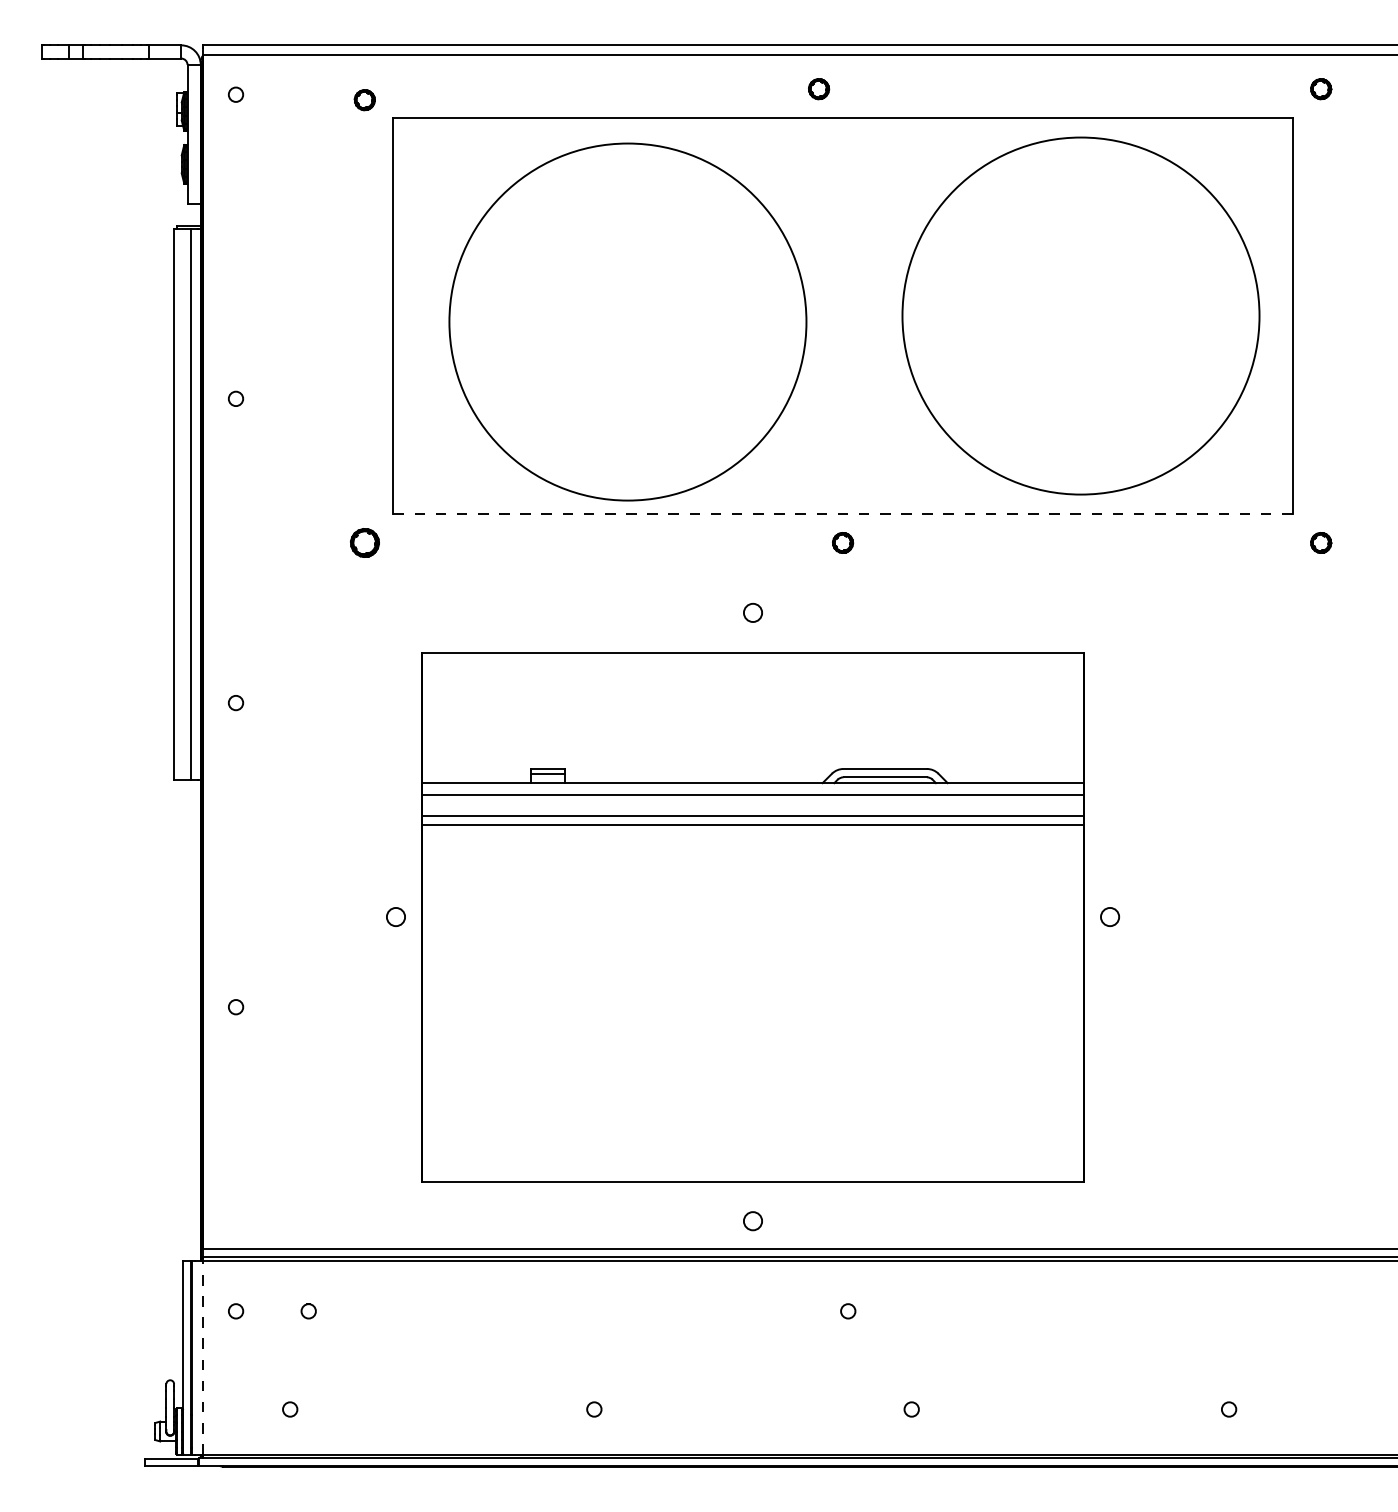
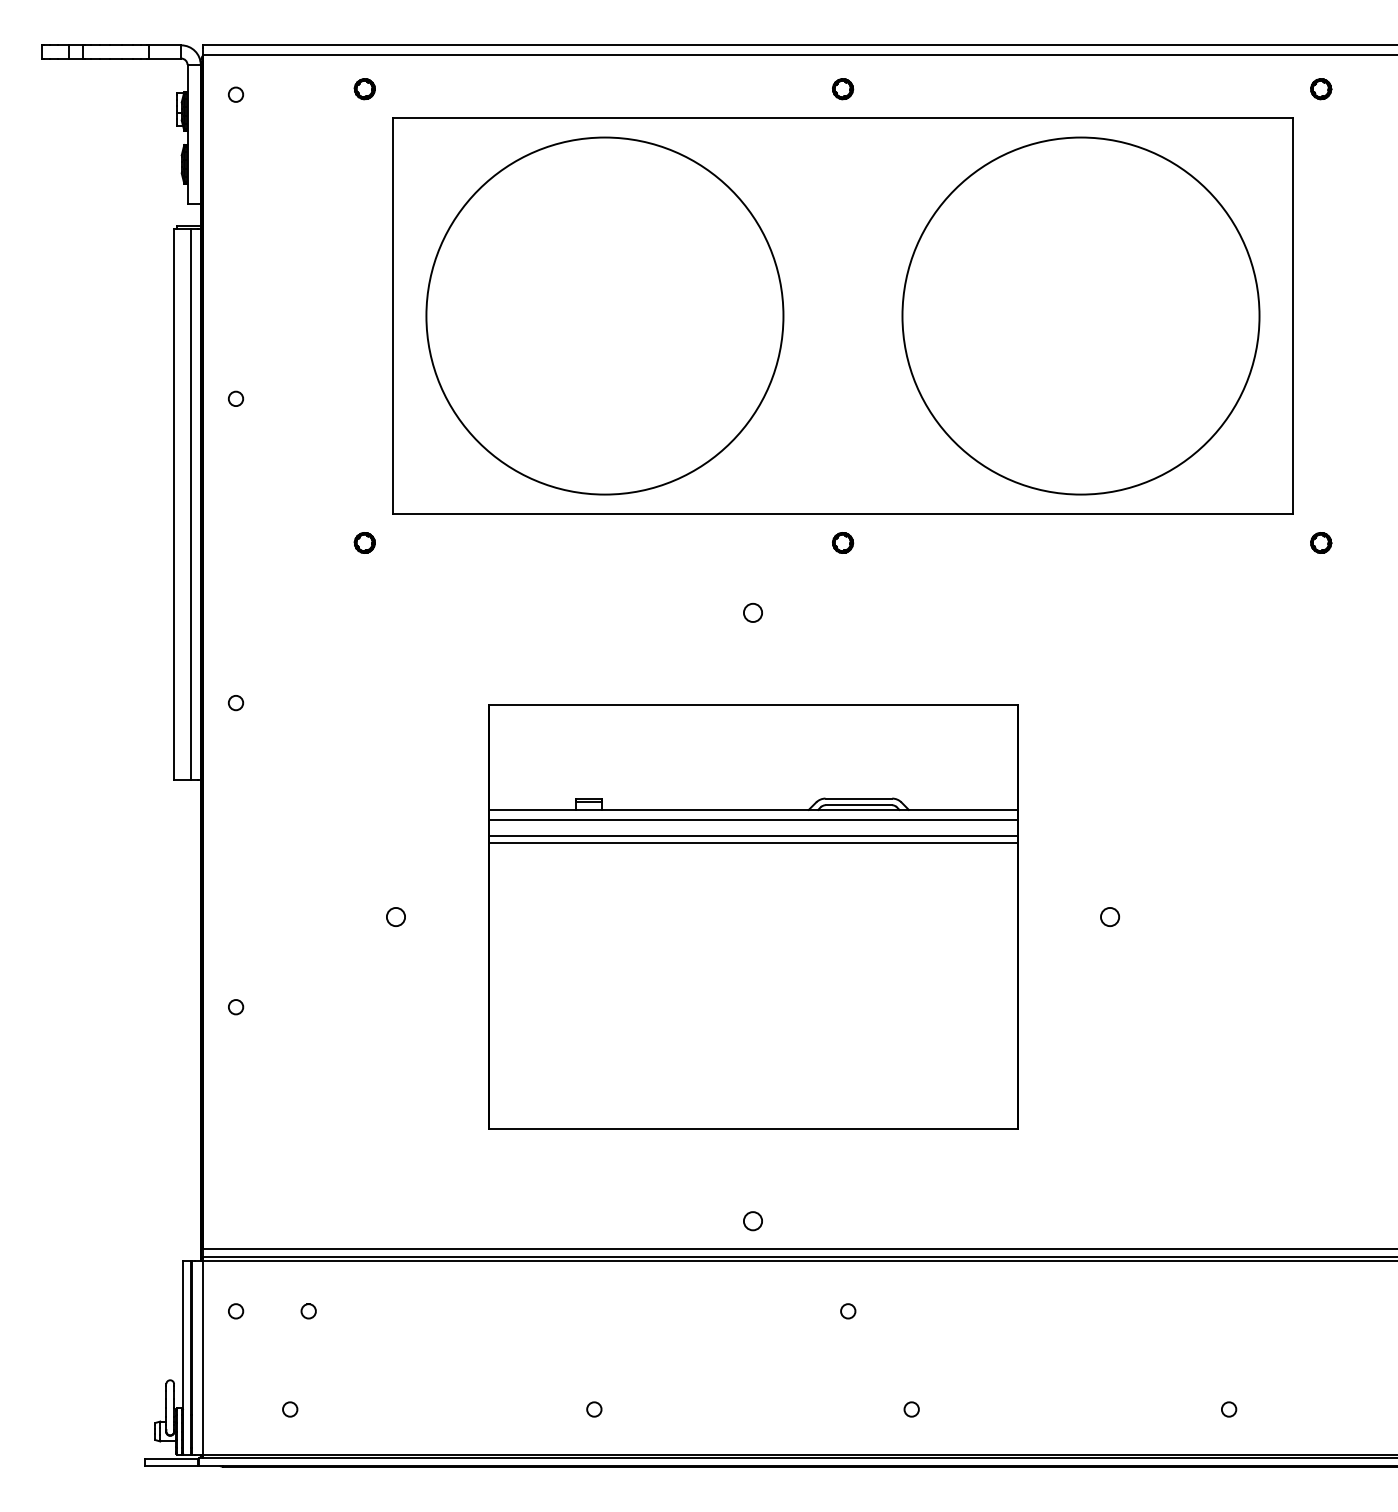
part at (819, 89) position: (819, 89) -> (843, 89)
part at (364, 100) position: (364, 100) -> (364, 89)
circle at (627, 321) position: (627, 321) -> (604, 315)
line at (842, 514): dashed -> solid
part at (364, 542) size: 30x30 px -> 23x22 px
part at (752, 917) size: 664x531 px -> 531x426 px
line at (202, 1357): dashed -> solid
